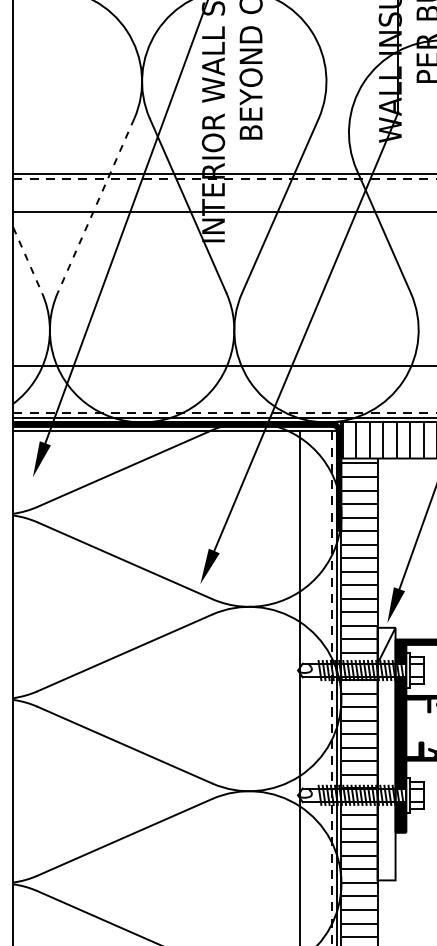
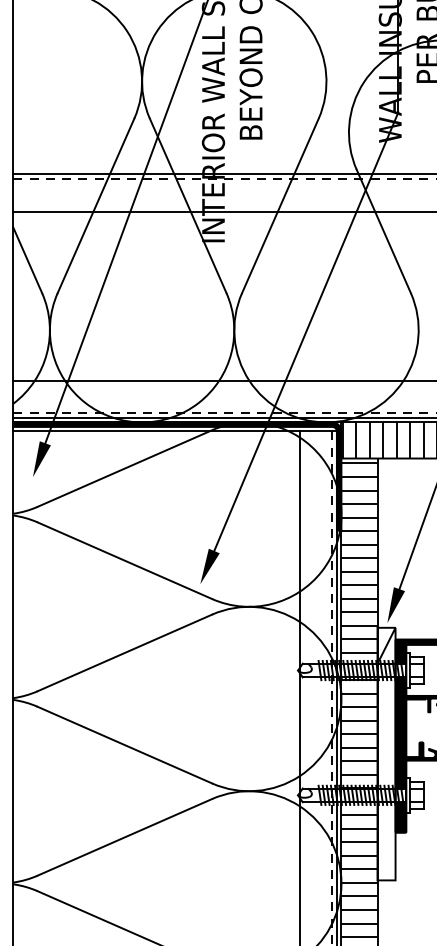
line at (95, 206): dashed -> solid
line at (27, 260): dashed -> solid
line at (223, 365) position: (223, 365) -> (223, 380)
